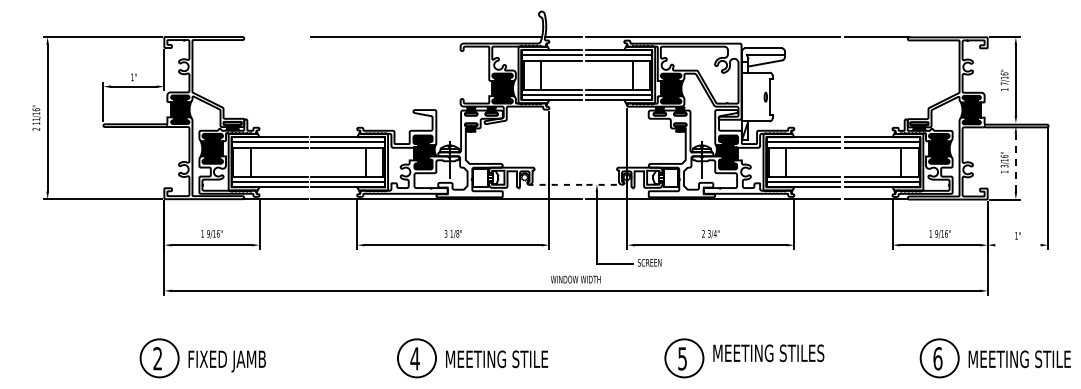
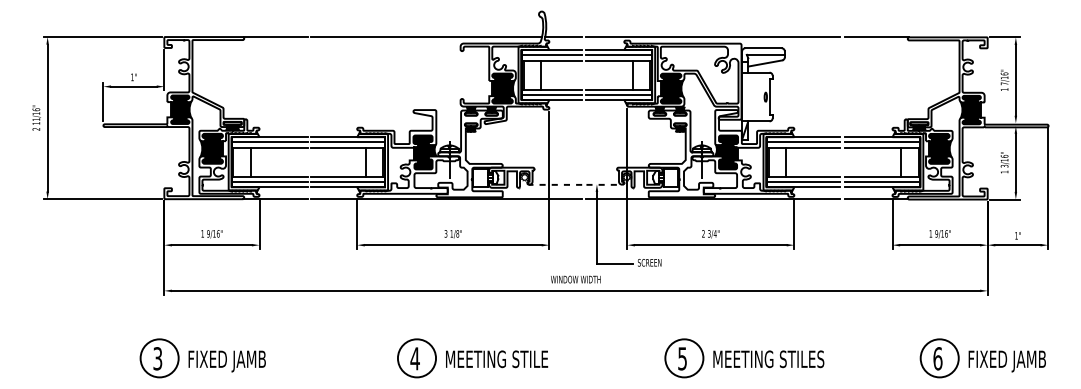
line at (275, 37): none -> present
line at (1015, 162): dashed -> solid
line at (1017, 245): none -> present
text at (768, 353) position: (768, 353) -> (768, 359)
text at (157, 358): 2 -> 3
text at (1020, 361): MEETING STILE -> FIXED JAMB
